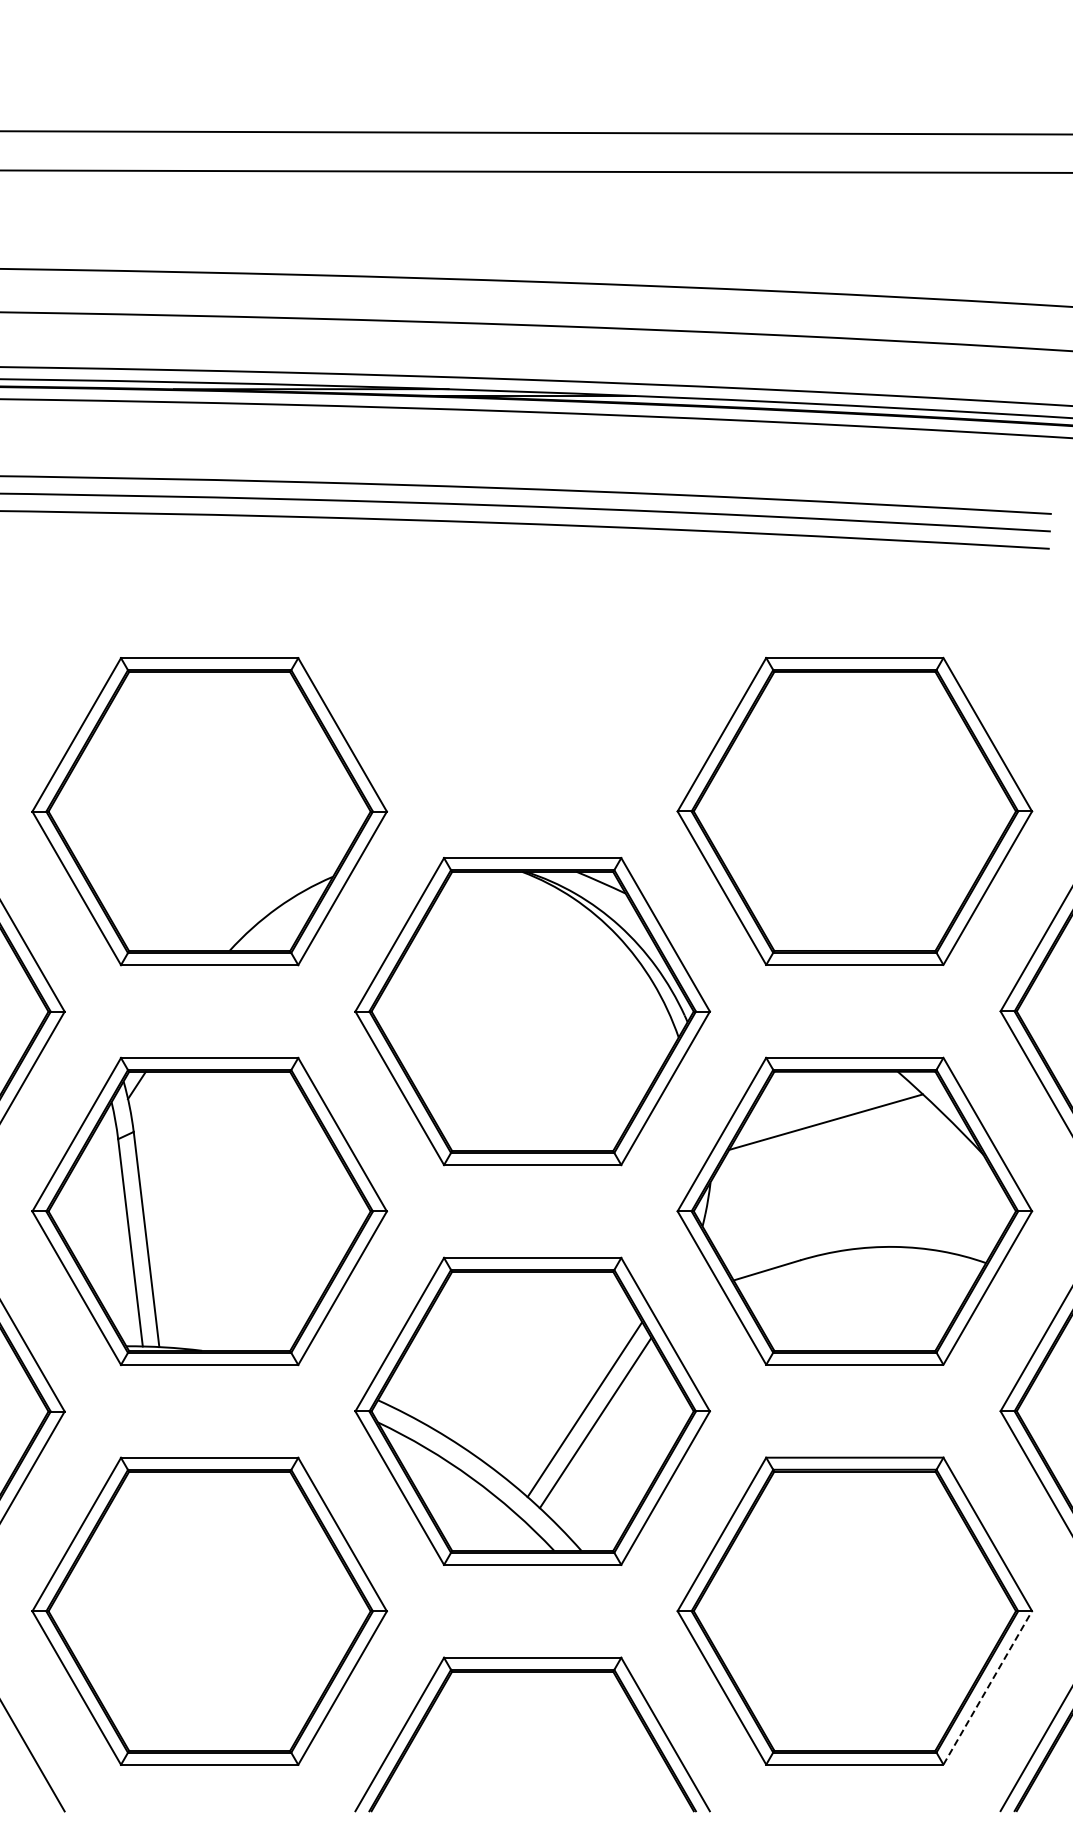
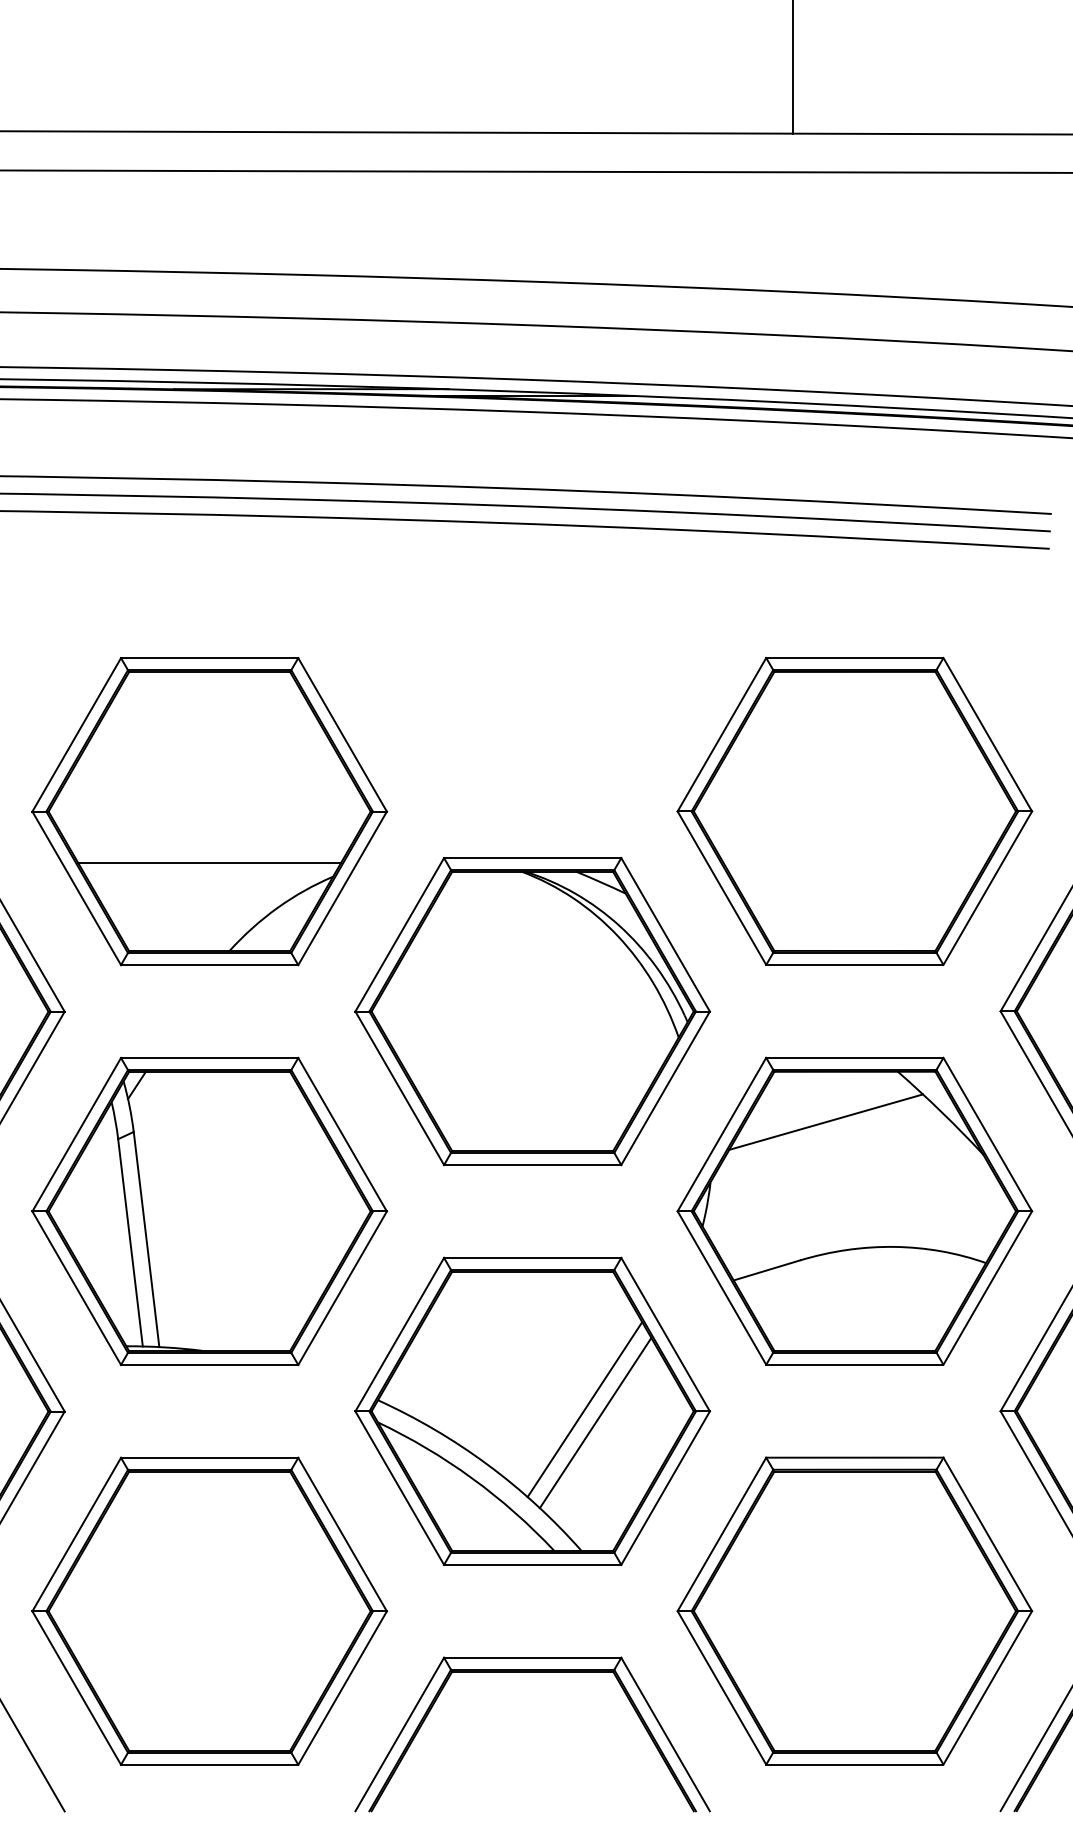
line at (792, 67): none -> present
line at (209, 862): none -> present
line at (987, 1687): dashed -> solid
